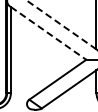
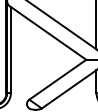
line at (61, 24): dashed -> solid
line at (48, 33): dashed -> solid
